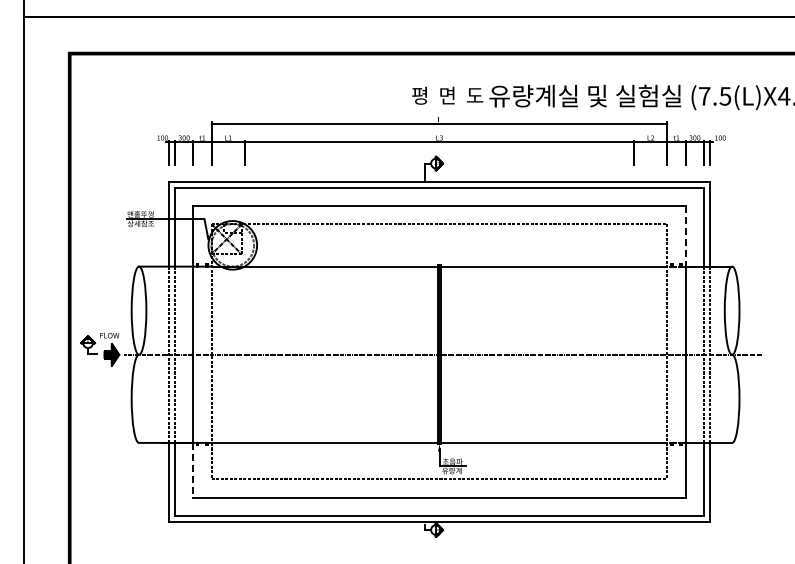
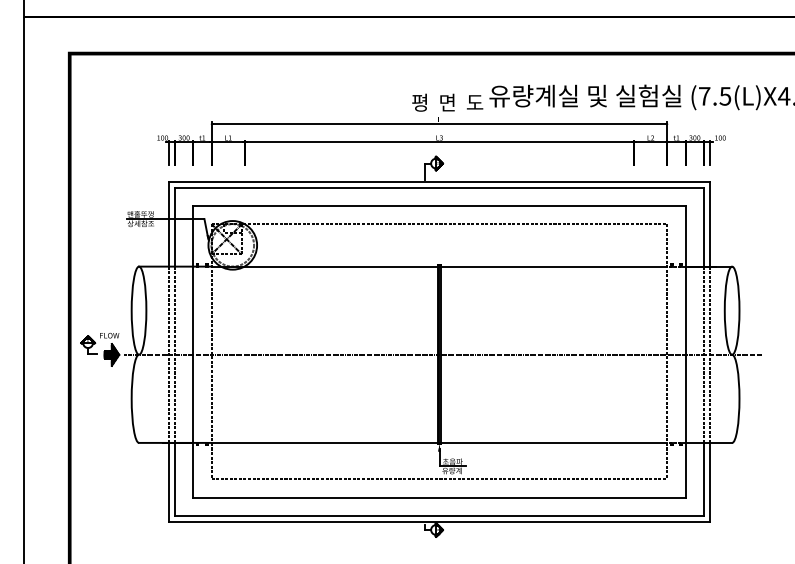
text at (447, 95) position: (447, 95) -> (447, 102)
line at (685, 236): dashed -> solid
line at (193, 470): dashed -> solid
